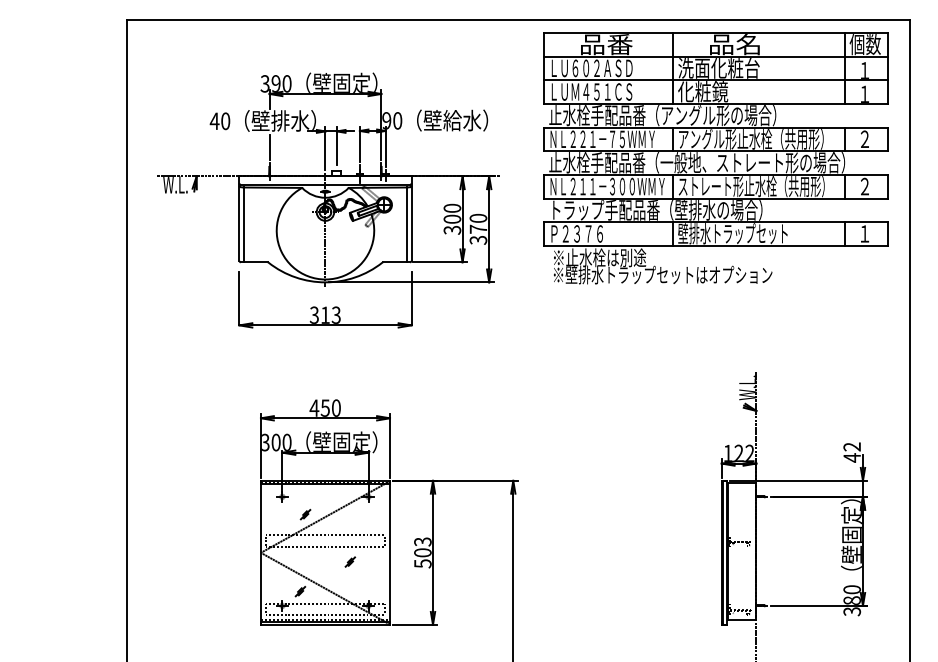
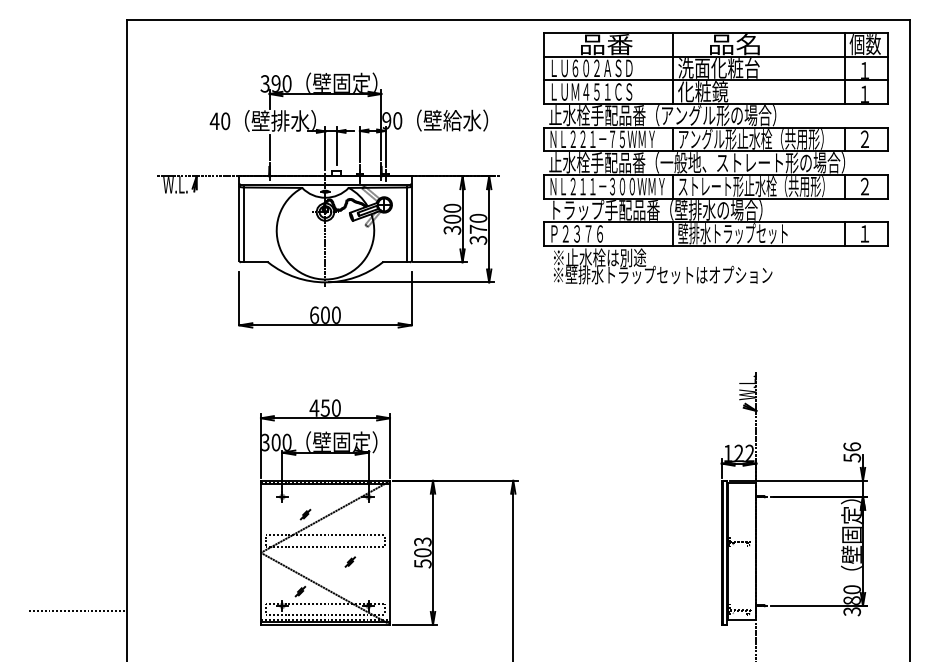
text at (324, 314): 313 -> 600
text at (852, 452): 42 -> 56
line at (77, 611): none -> present
